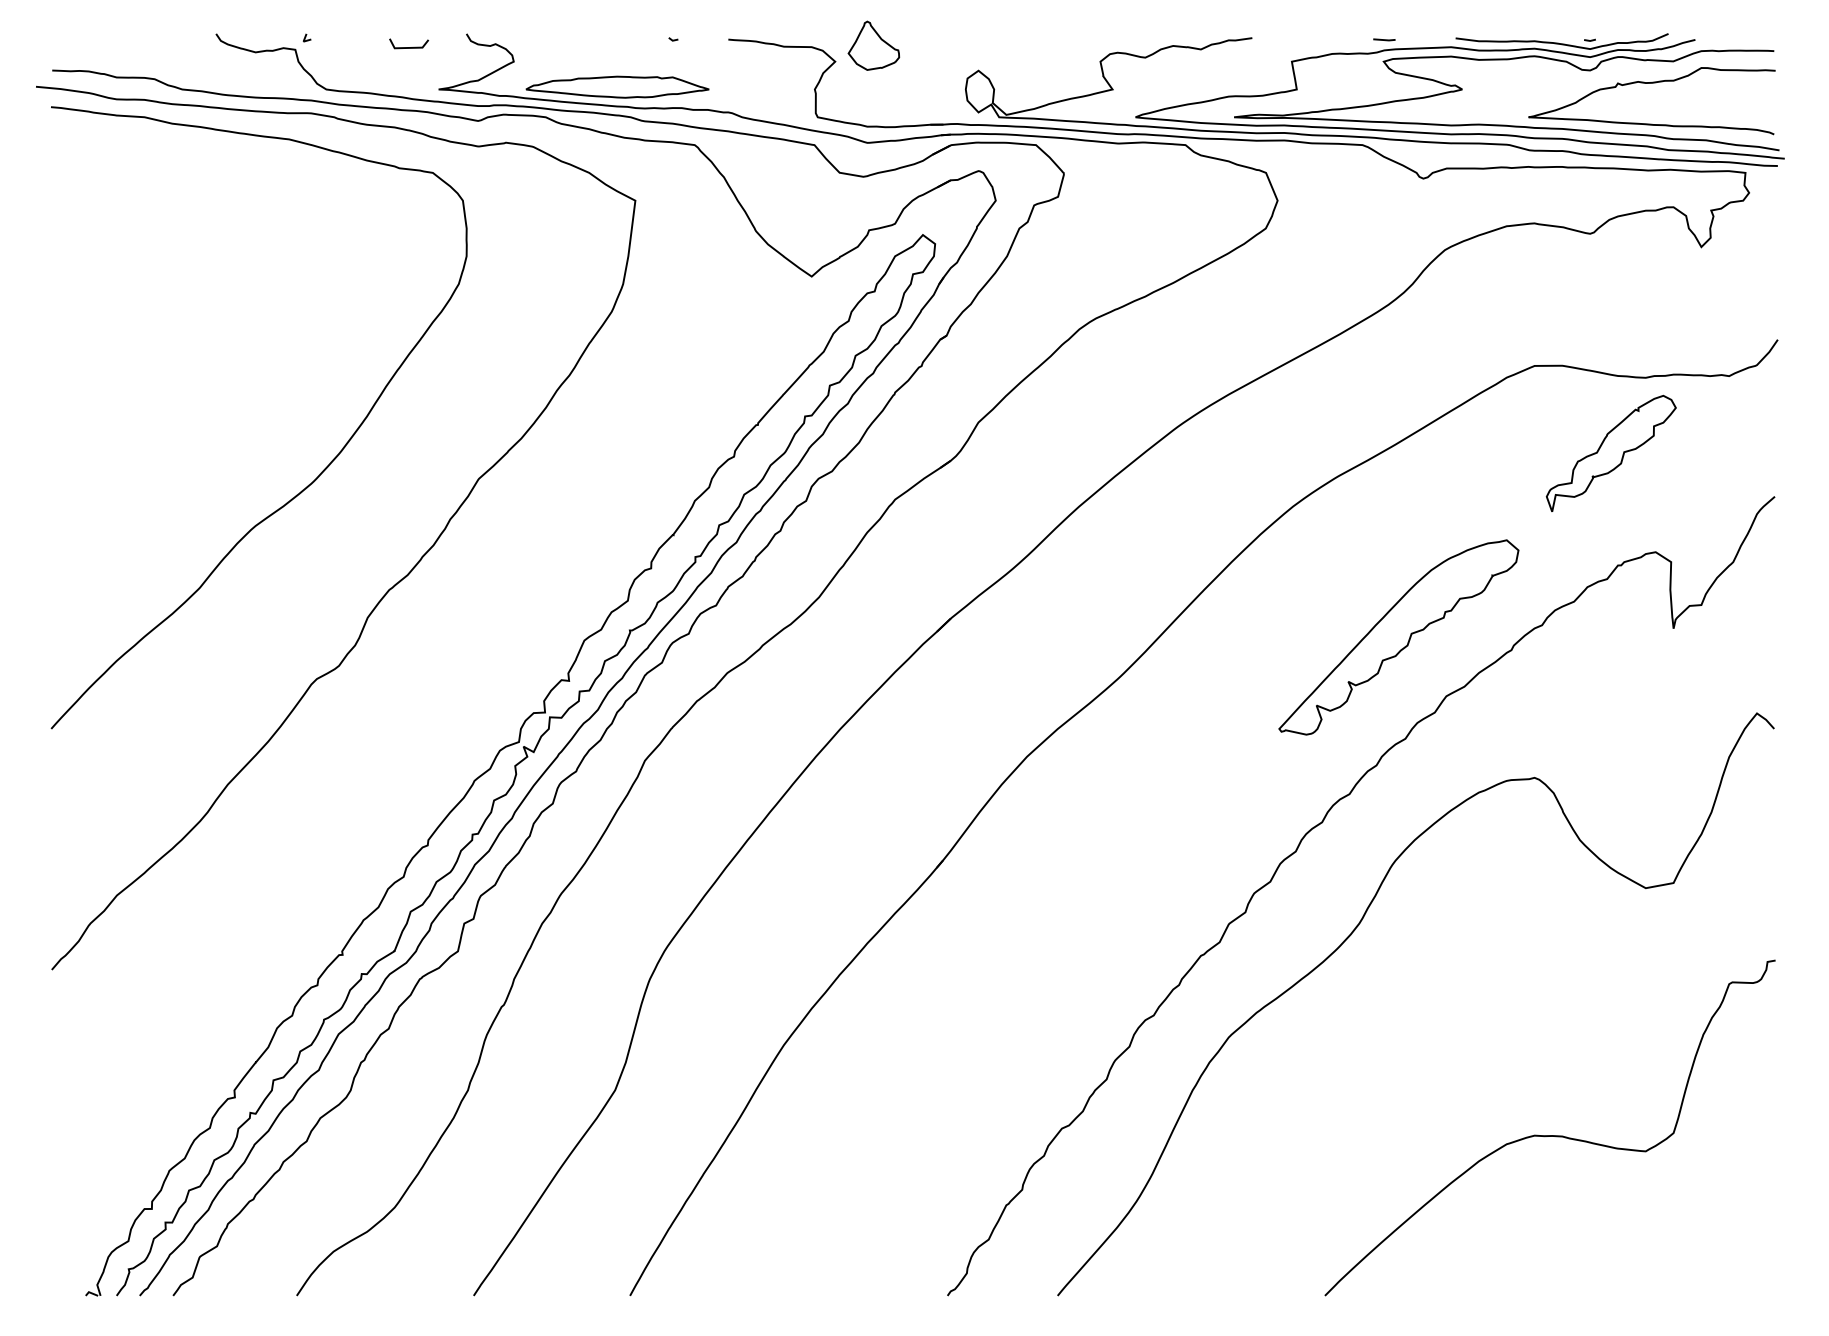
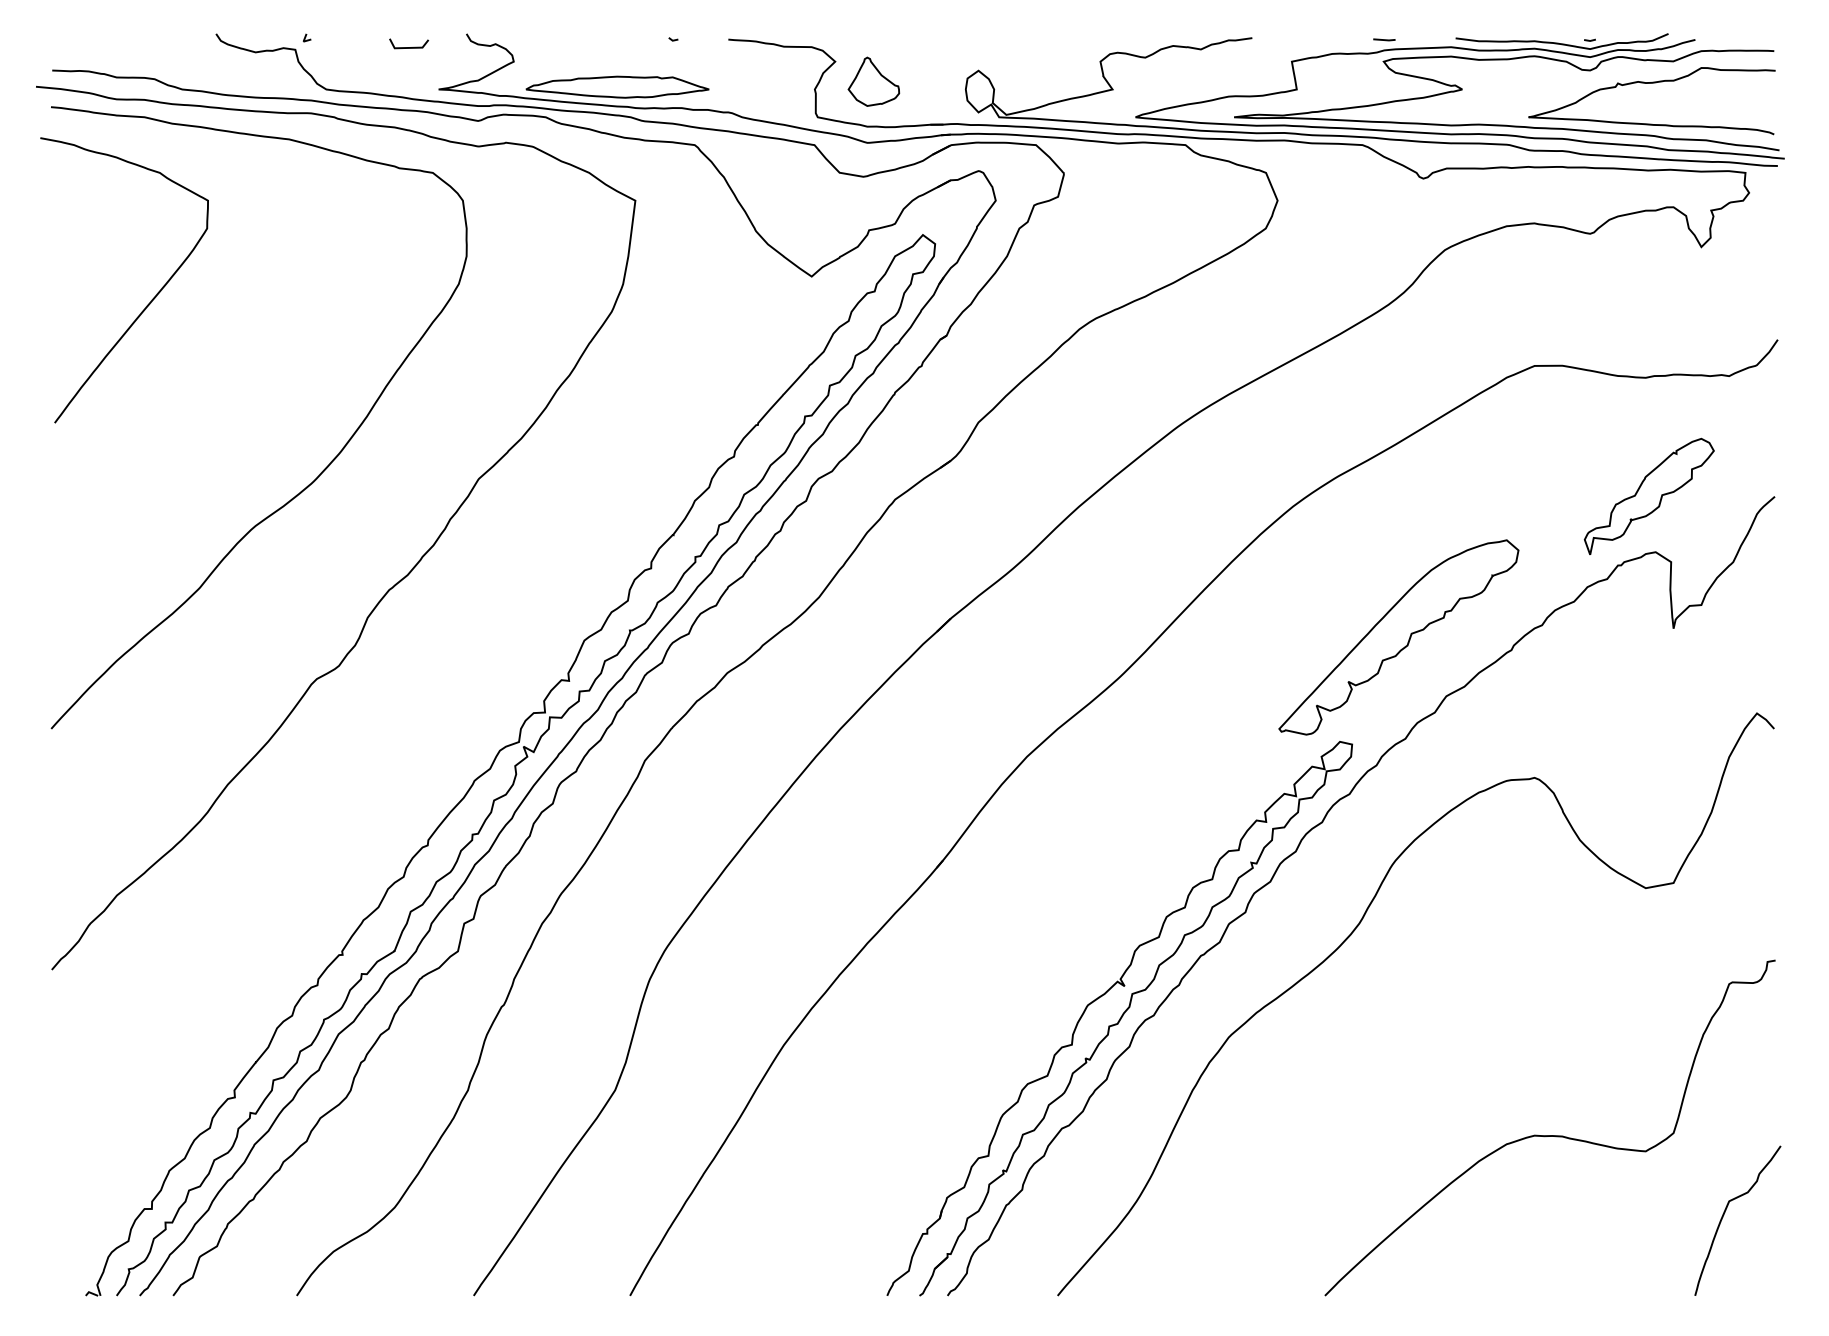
part at (873, 45) position: (873, 45) -> (873, 81)
curve at (151, 299): none -> present
part at (1610, 452) position: (1610, 452) -> (1648, 495)
part at (1119, 1018): none -> present
curve at (1724, 1215): none -> present
